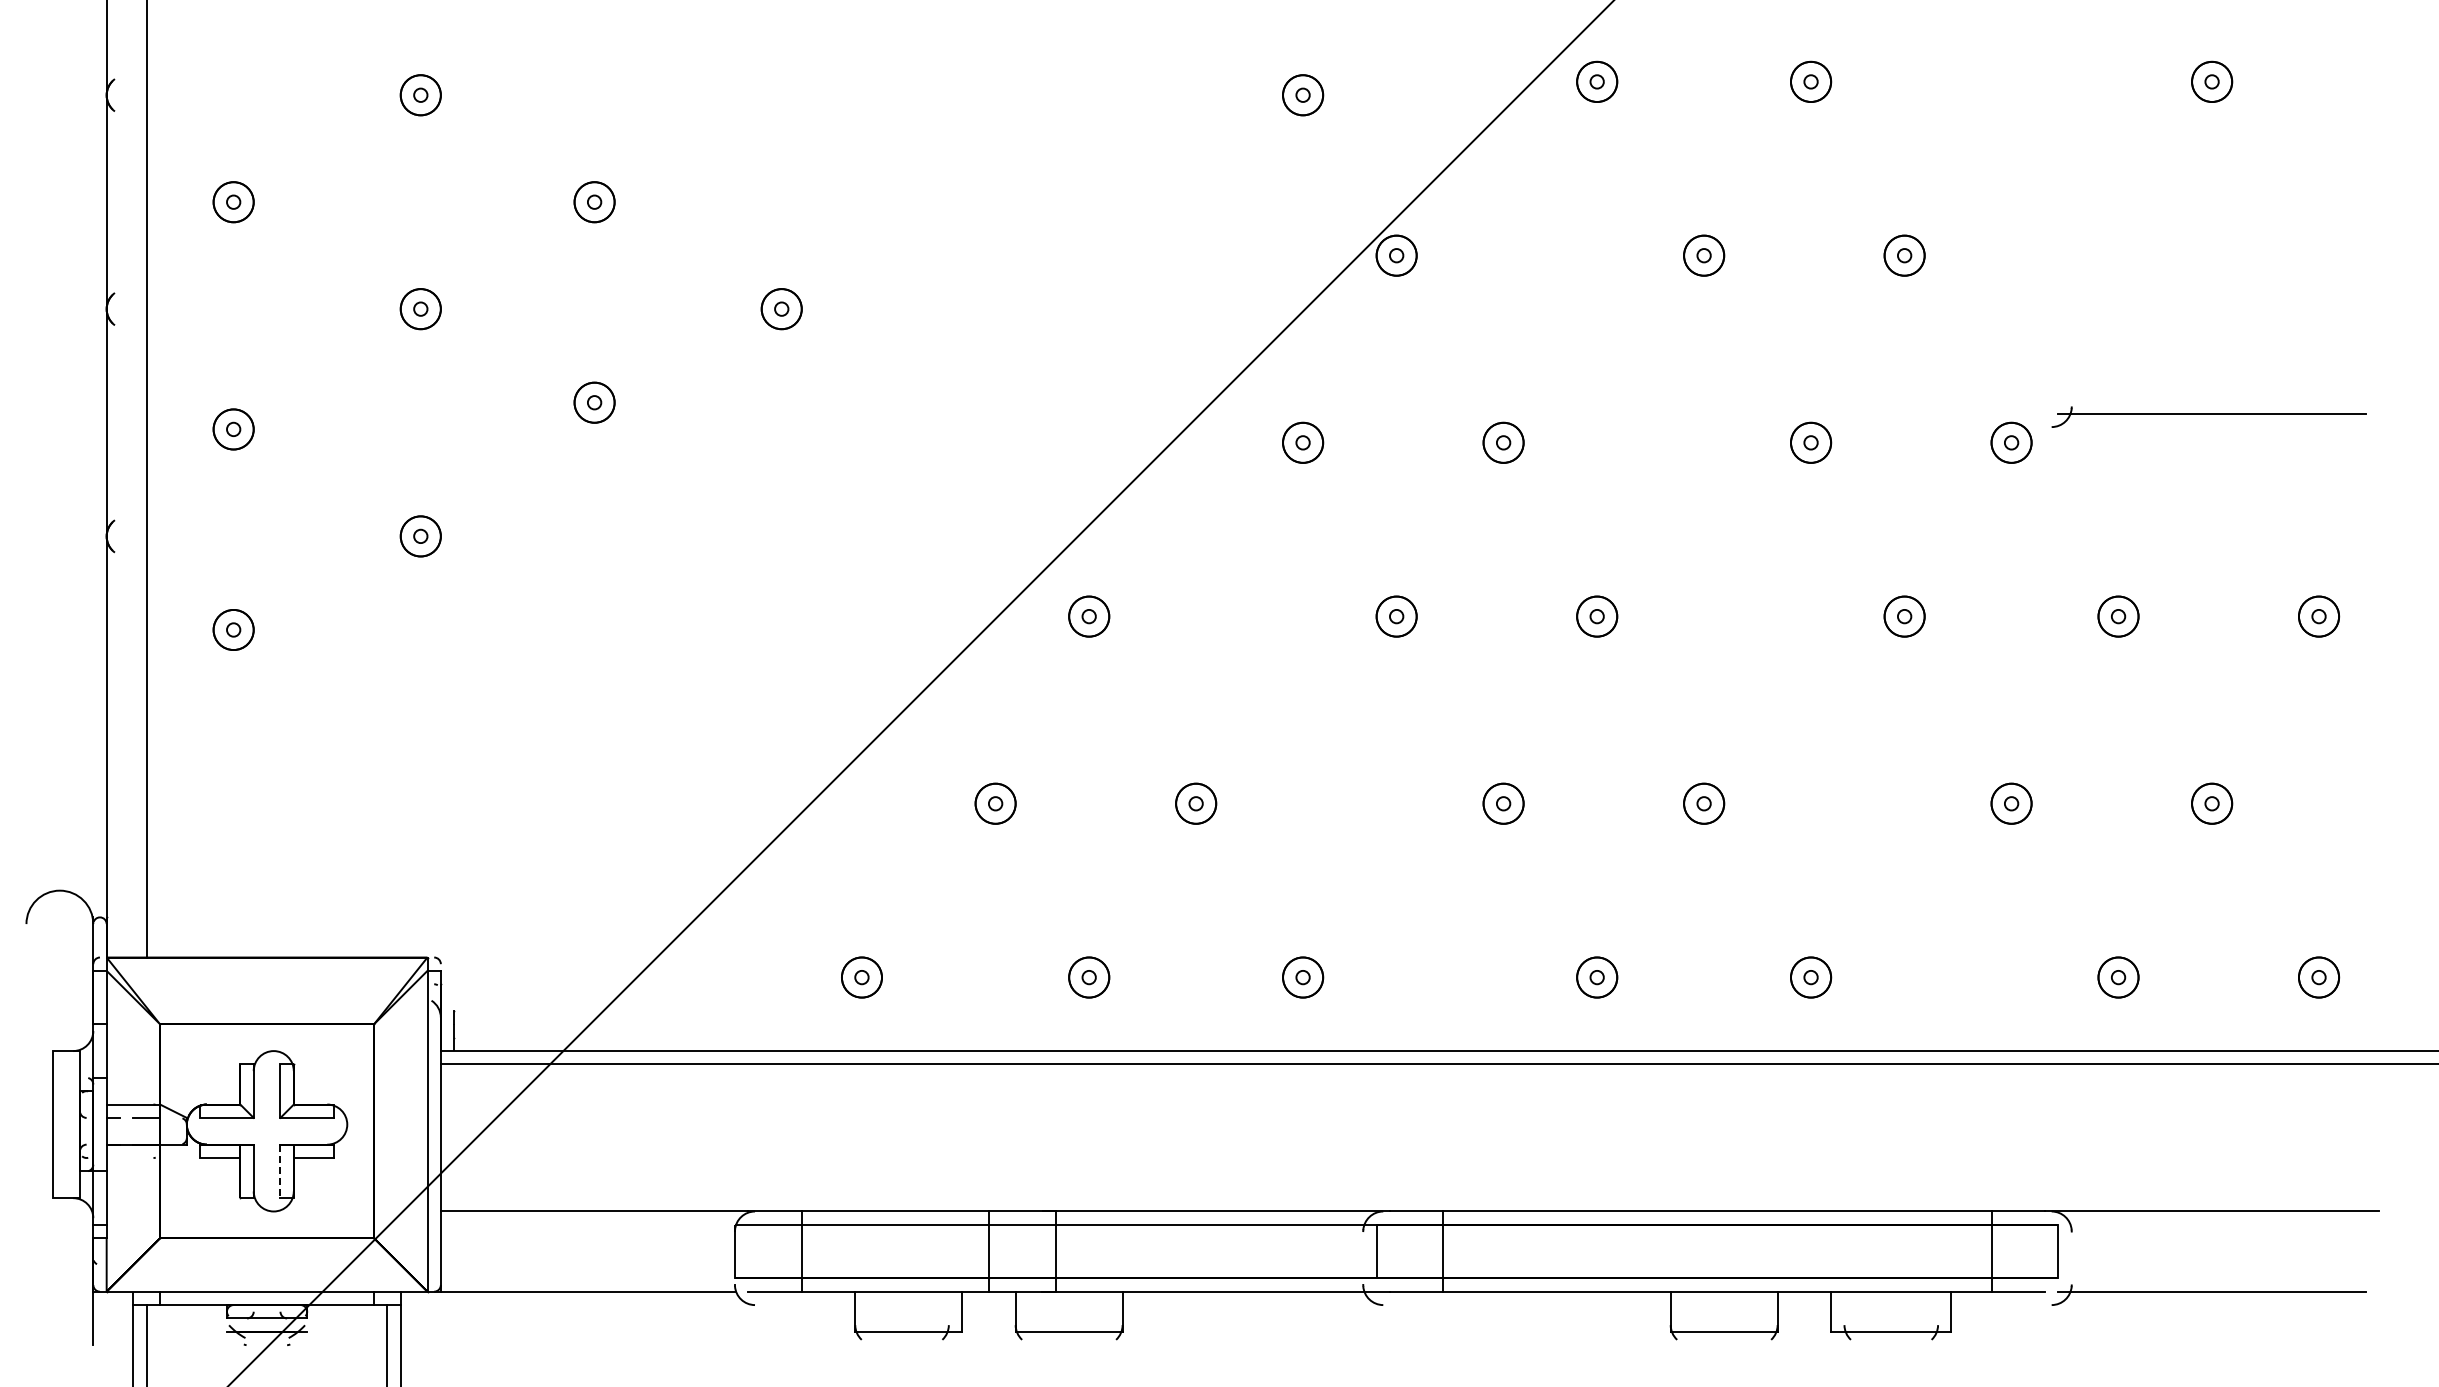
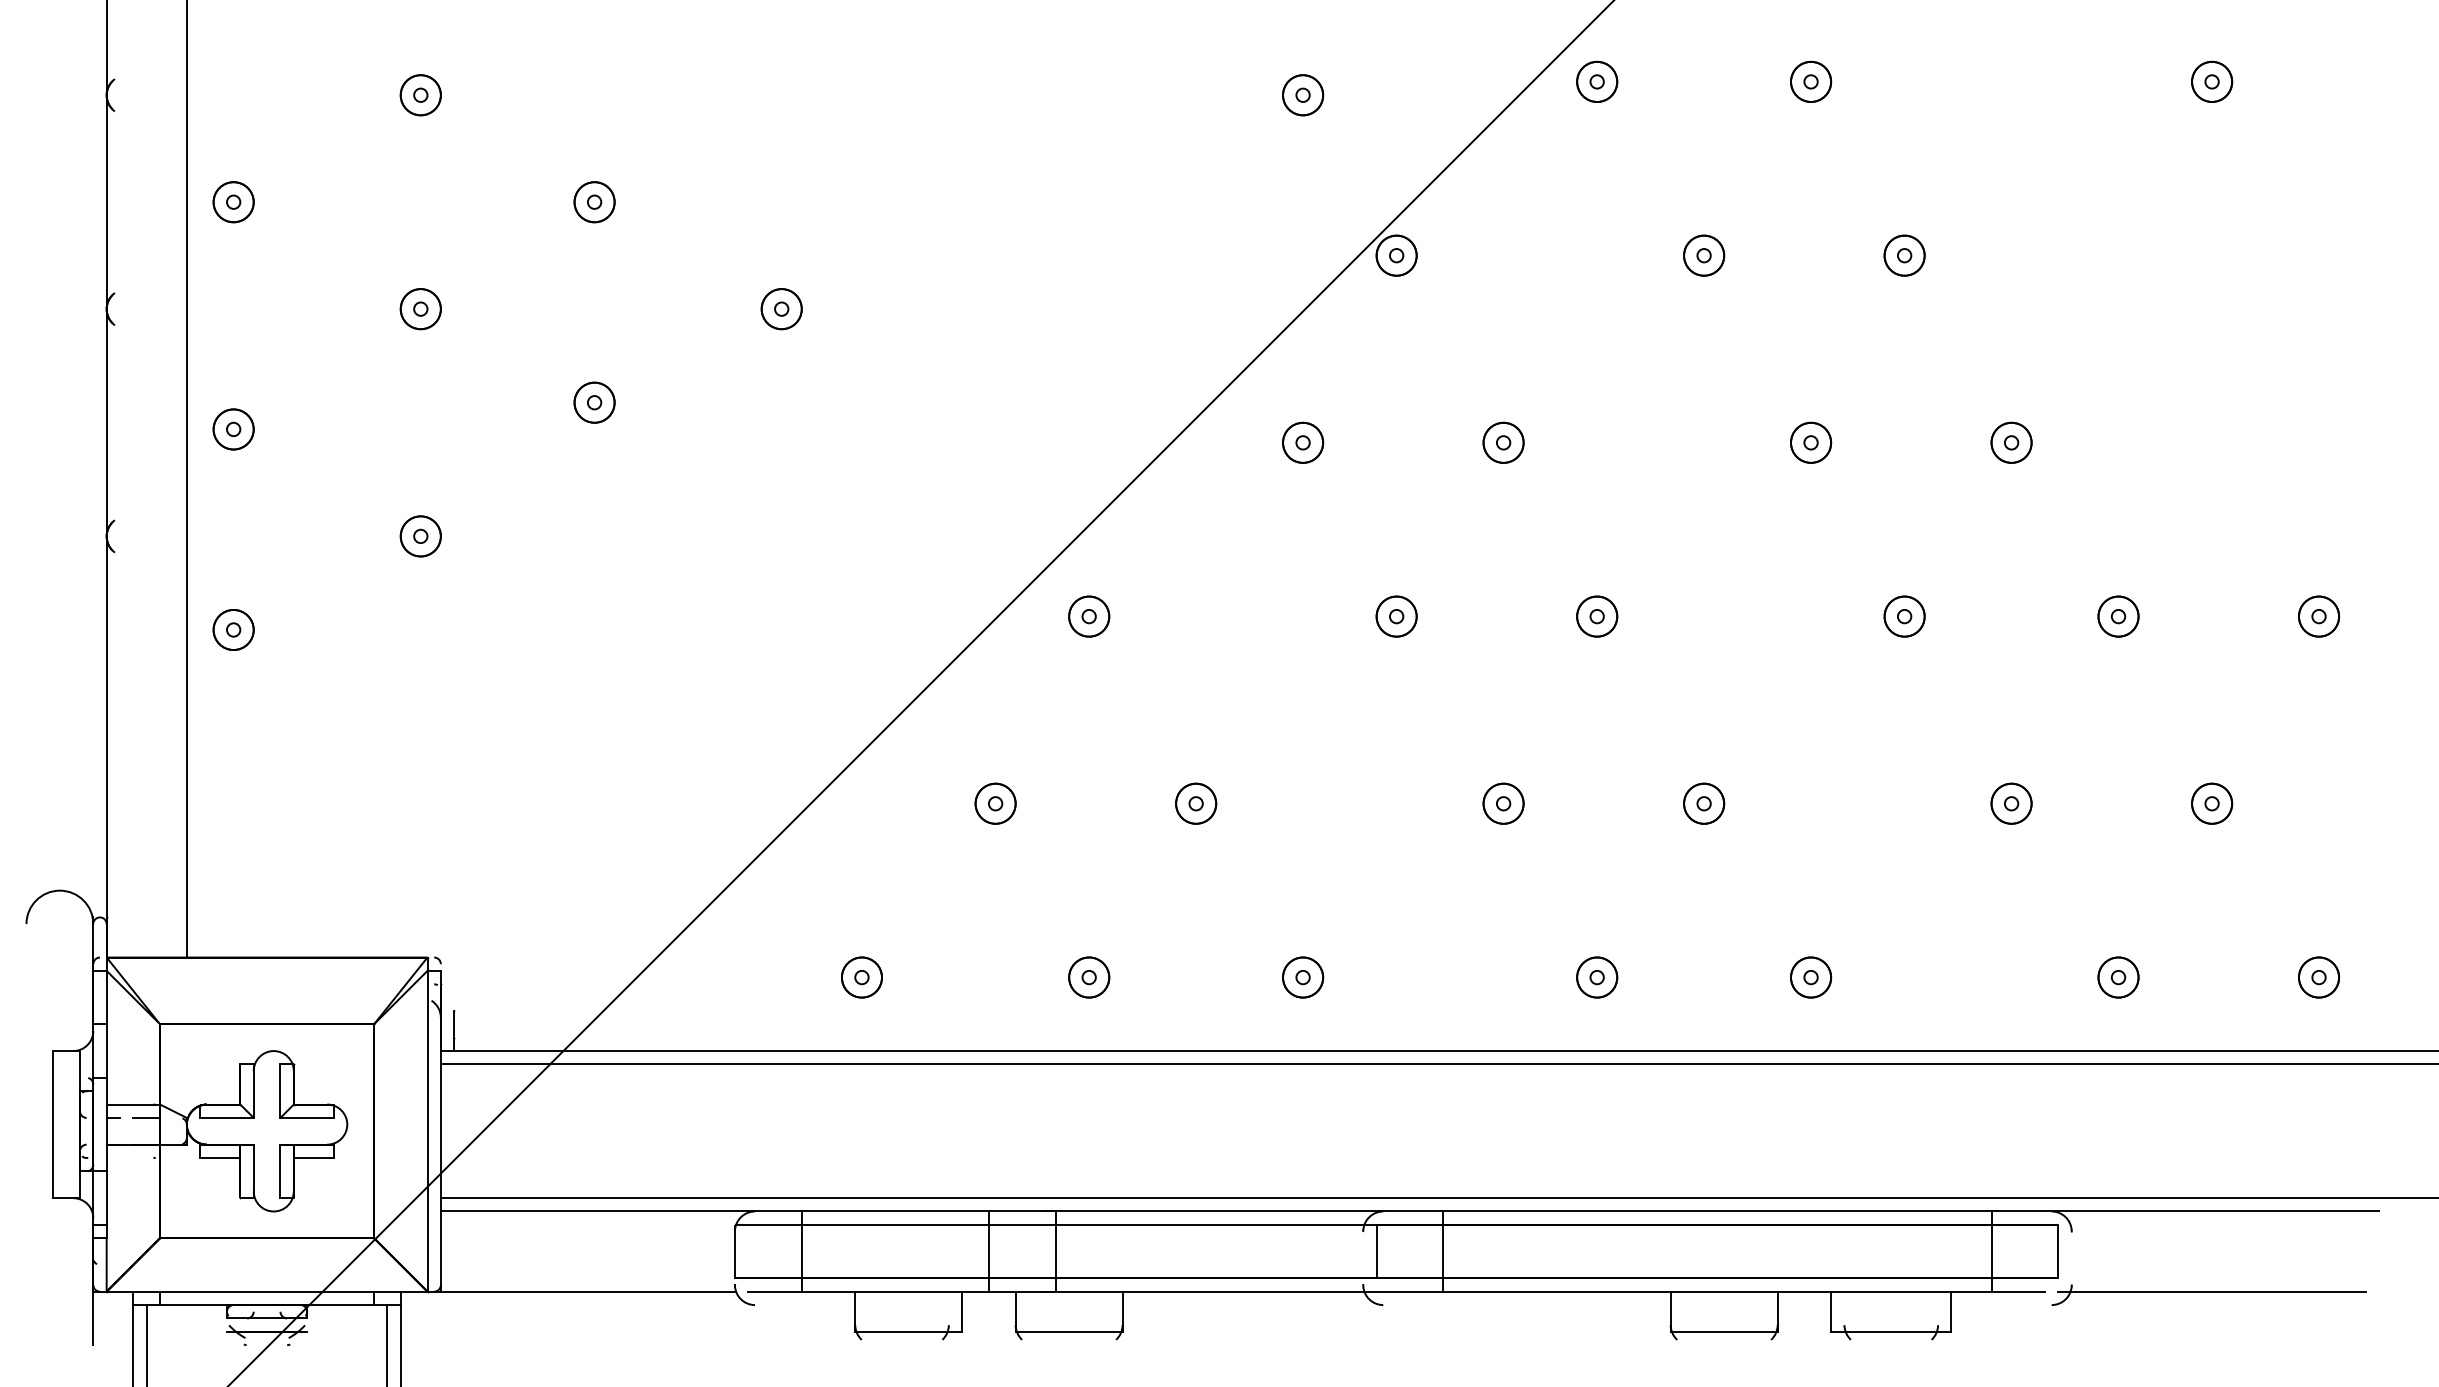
part at (2208, 416): present -> none
line at (146, 479) position: (146, 479) -> (186, 479)
line at (280, 1171): dashed -> solid
line at (1437, 1198): none -> present
